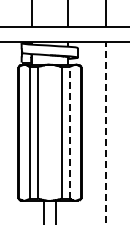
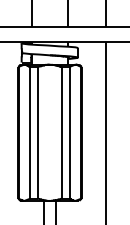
line at (69, 132): dashed -> solid
line at (106, 132): dashed -> solid
